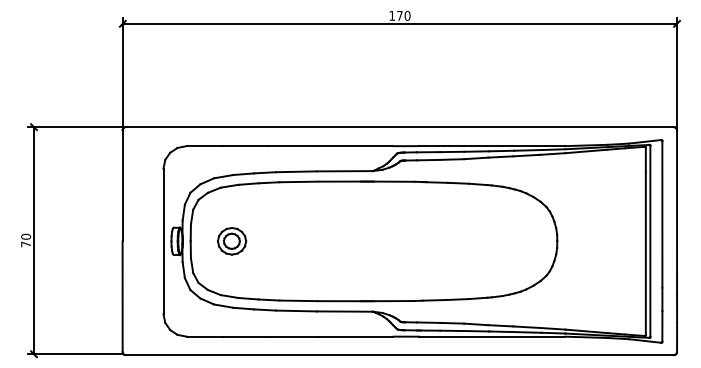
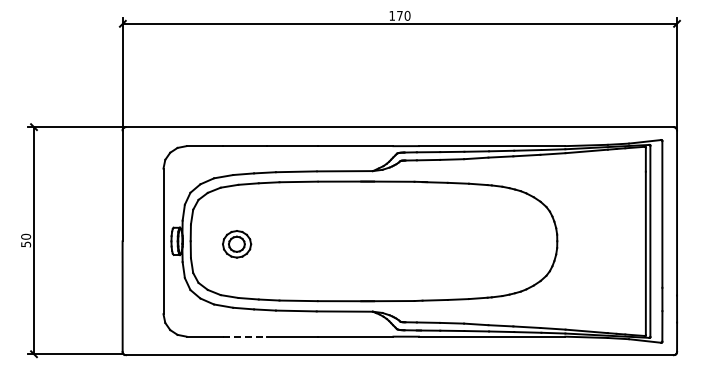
part at (232, 241) position: (232, 241) -> (237, 244)
text at (26, 244): 70 -> 50
line at (245, 336): solid -> dashed
